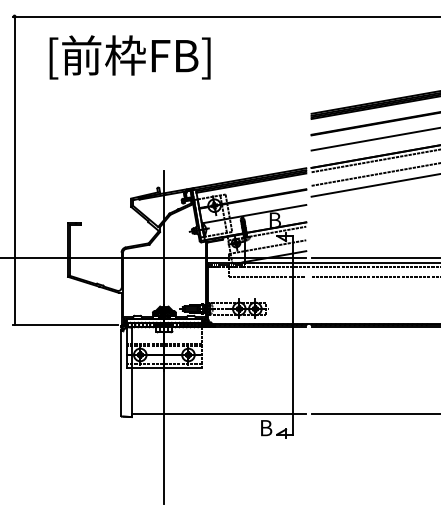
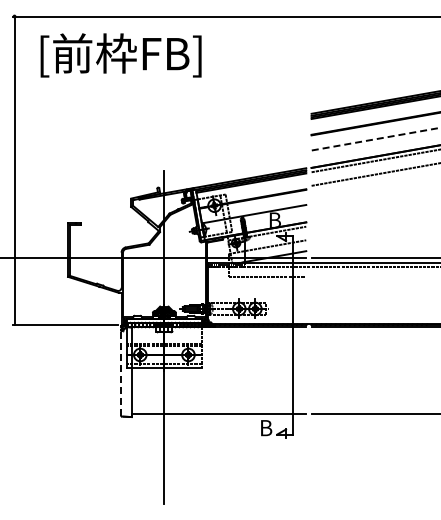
text at (129, 57) position: (129, 57) -> (120, 55)
line at (375, 139): solid -> dashed
line at (374, 185): present -> none
line at (374, 277): present -> none
line at (121, 372): solid -> dashed
